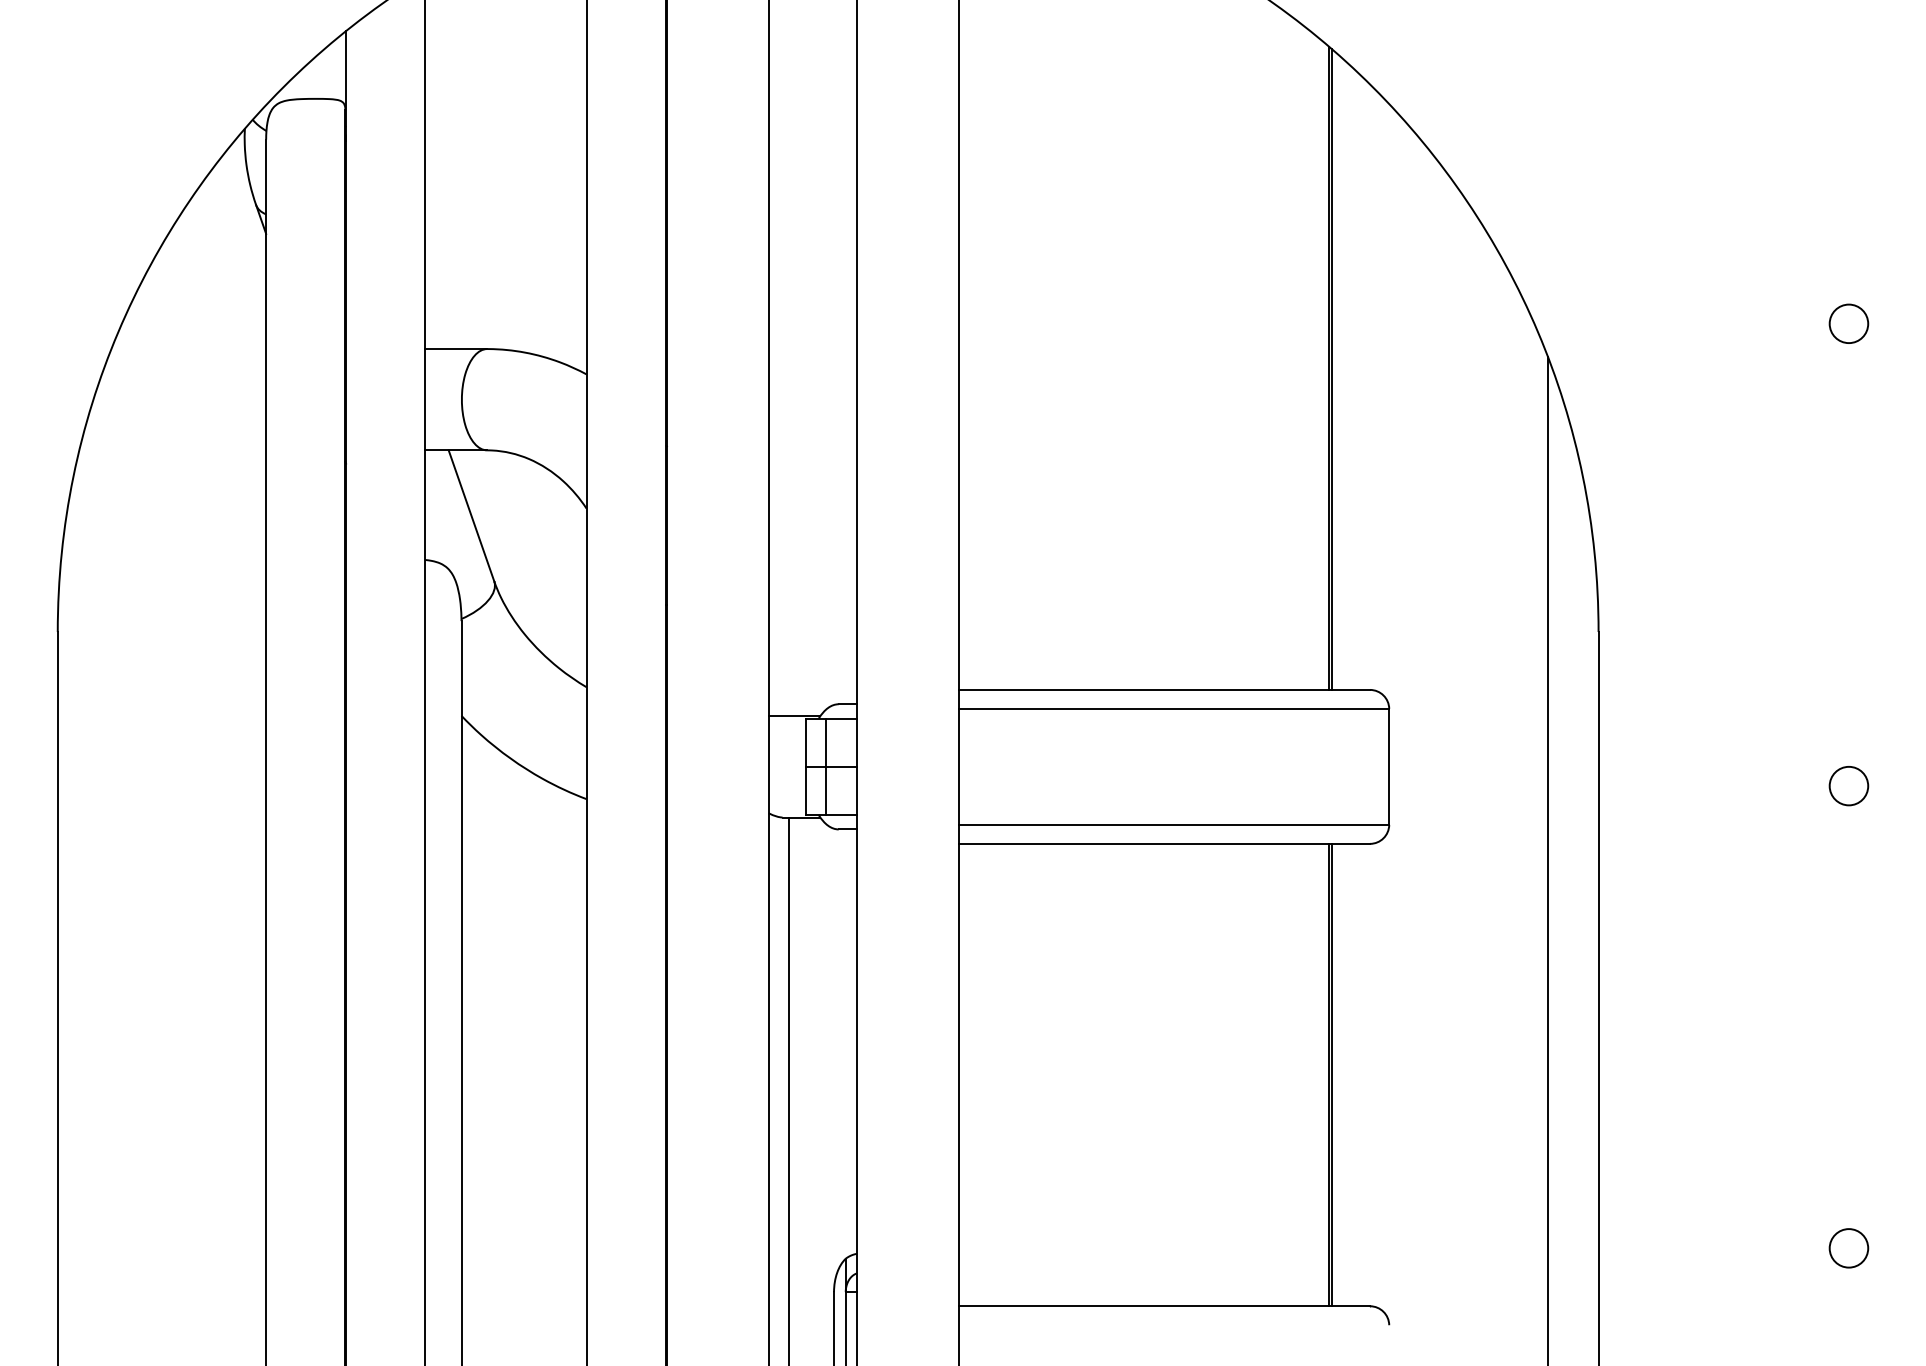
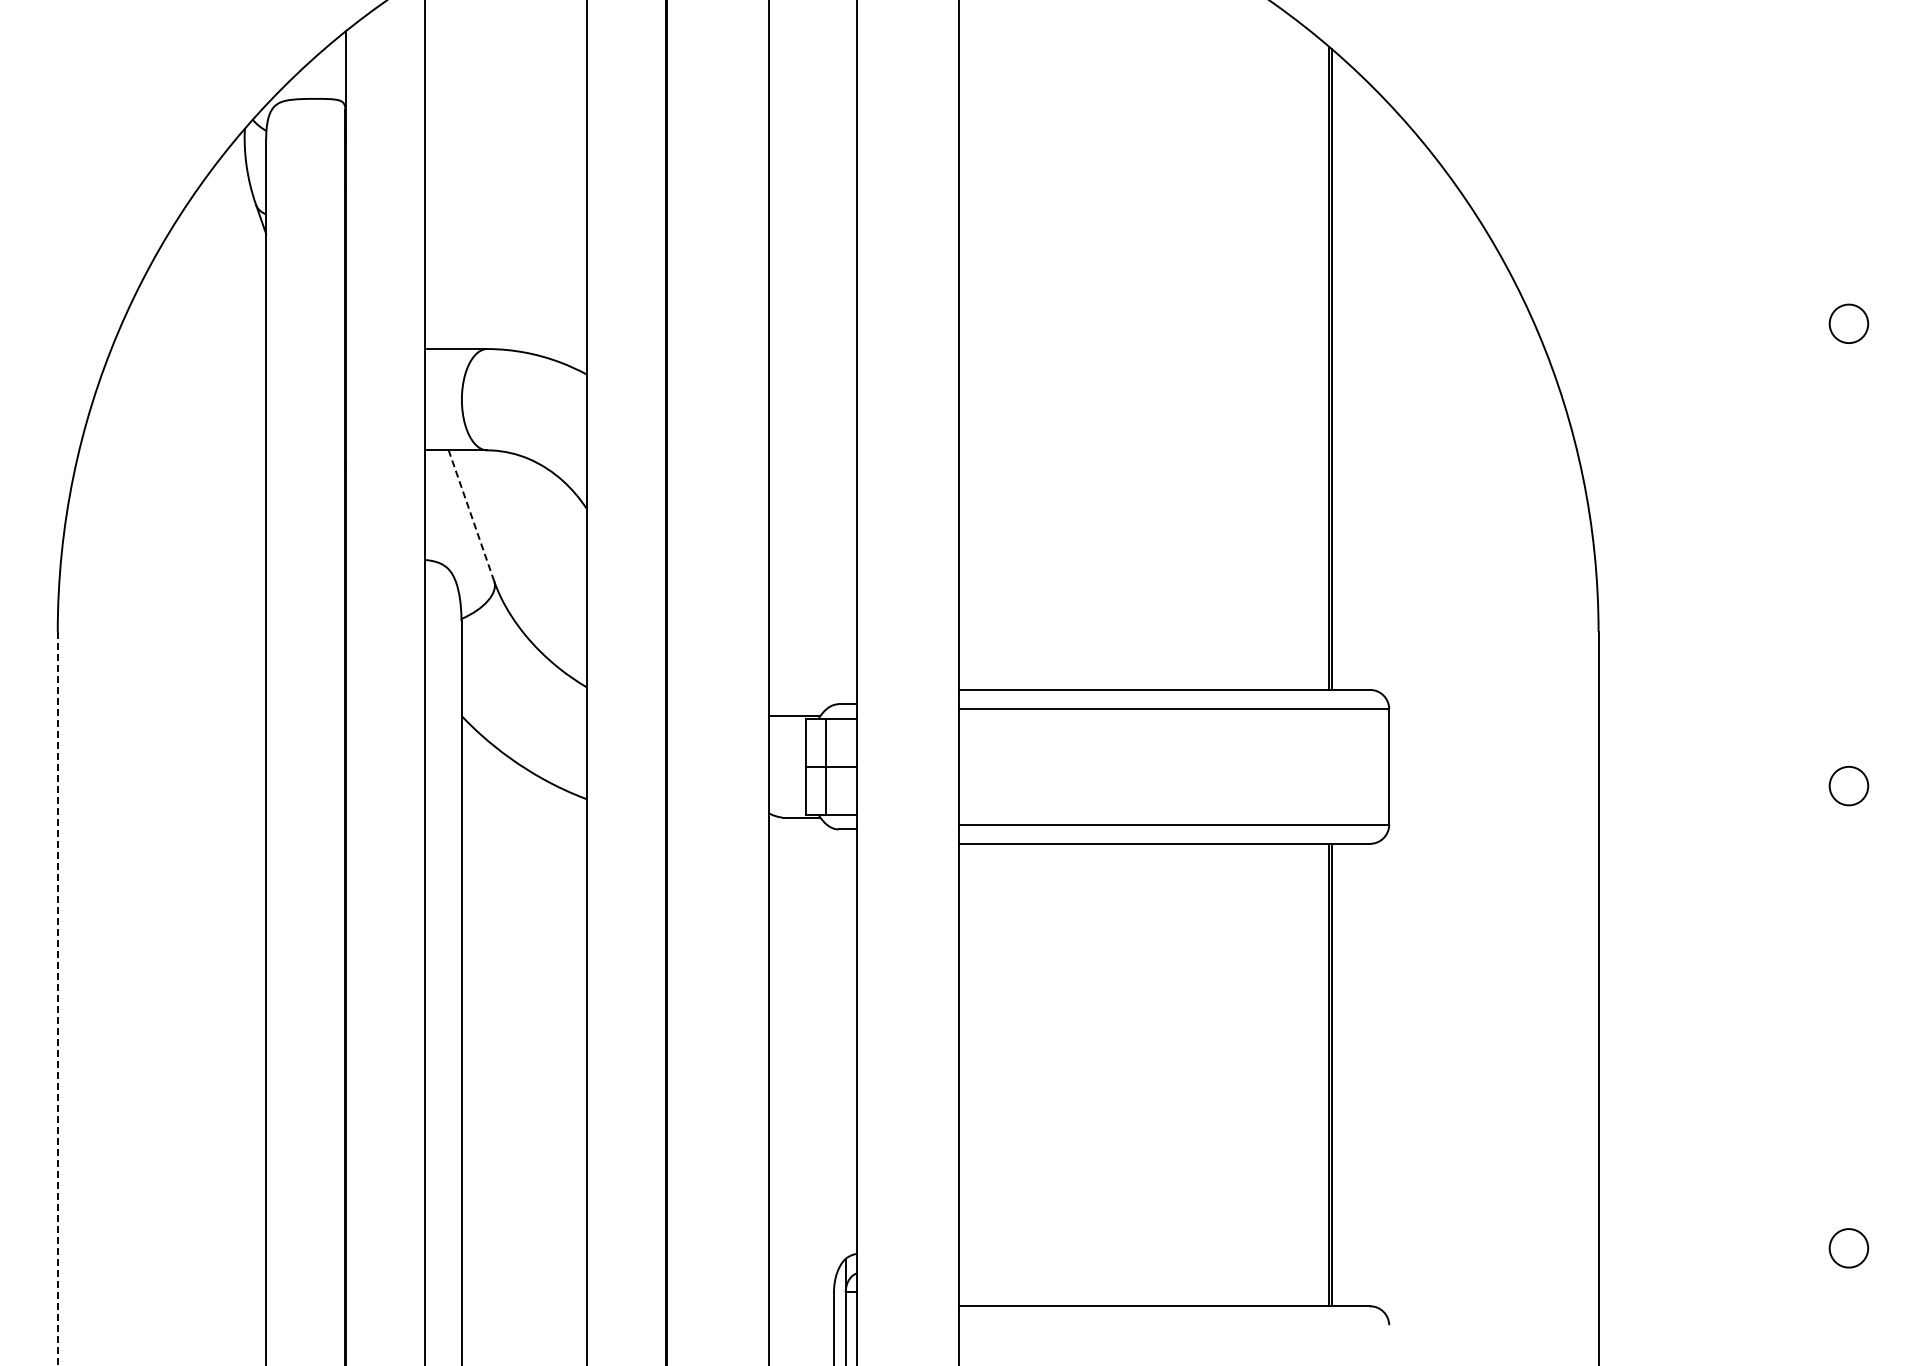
line at (471, 515): solid -> dashed
line at (1547, 859): present -> none
line at (57, 998): solid -> dashed
line at (789, 1089): present -> none
